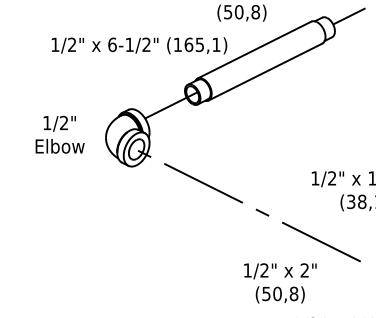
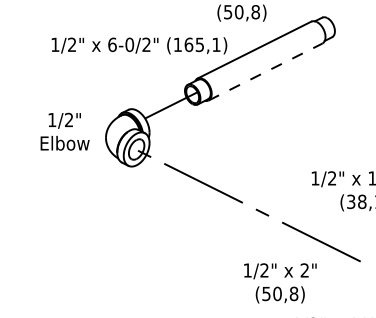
line at (349, 16): present -> none
text at (129, 44): 6-1/2" -> 6-0/2"
line at (265, 72): solid -> dashed
text at (59, 134) position: (59, 134) -> (64, 131)
